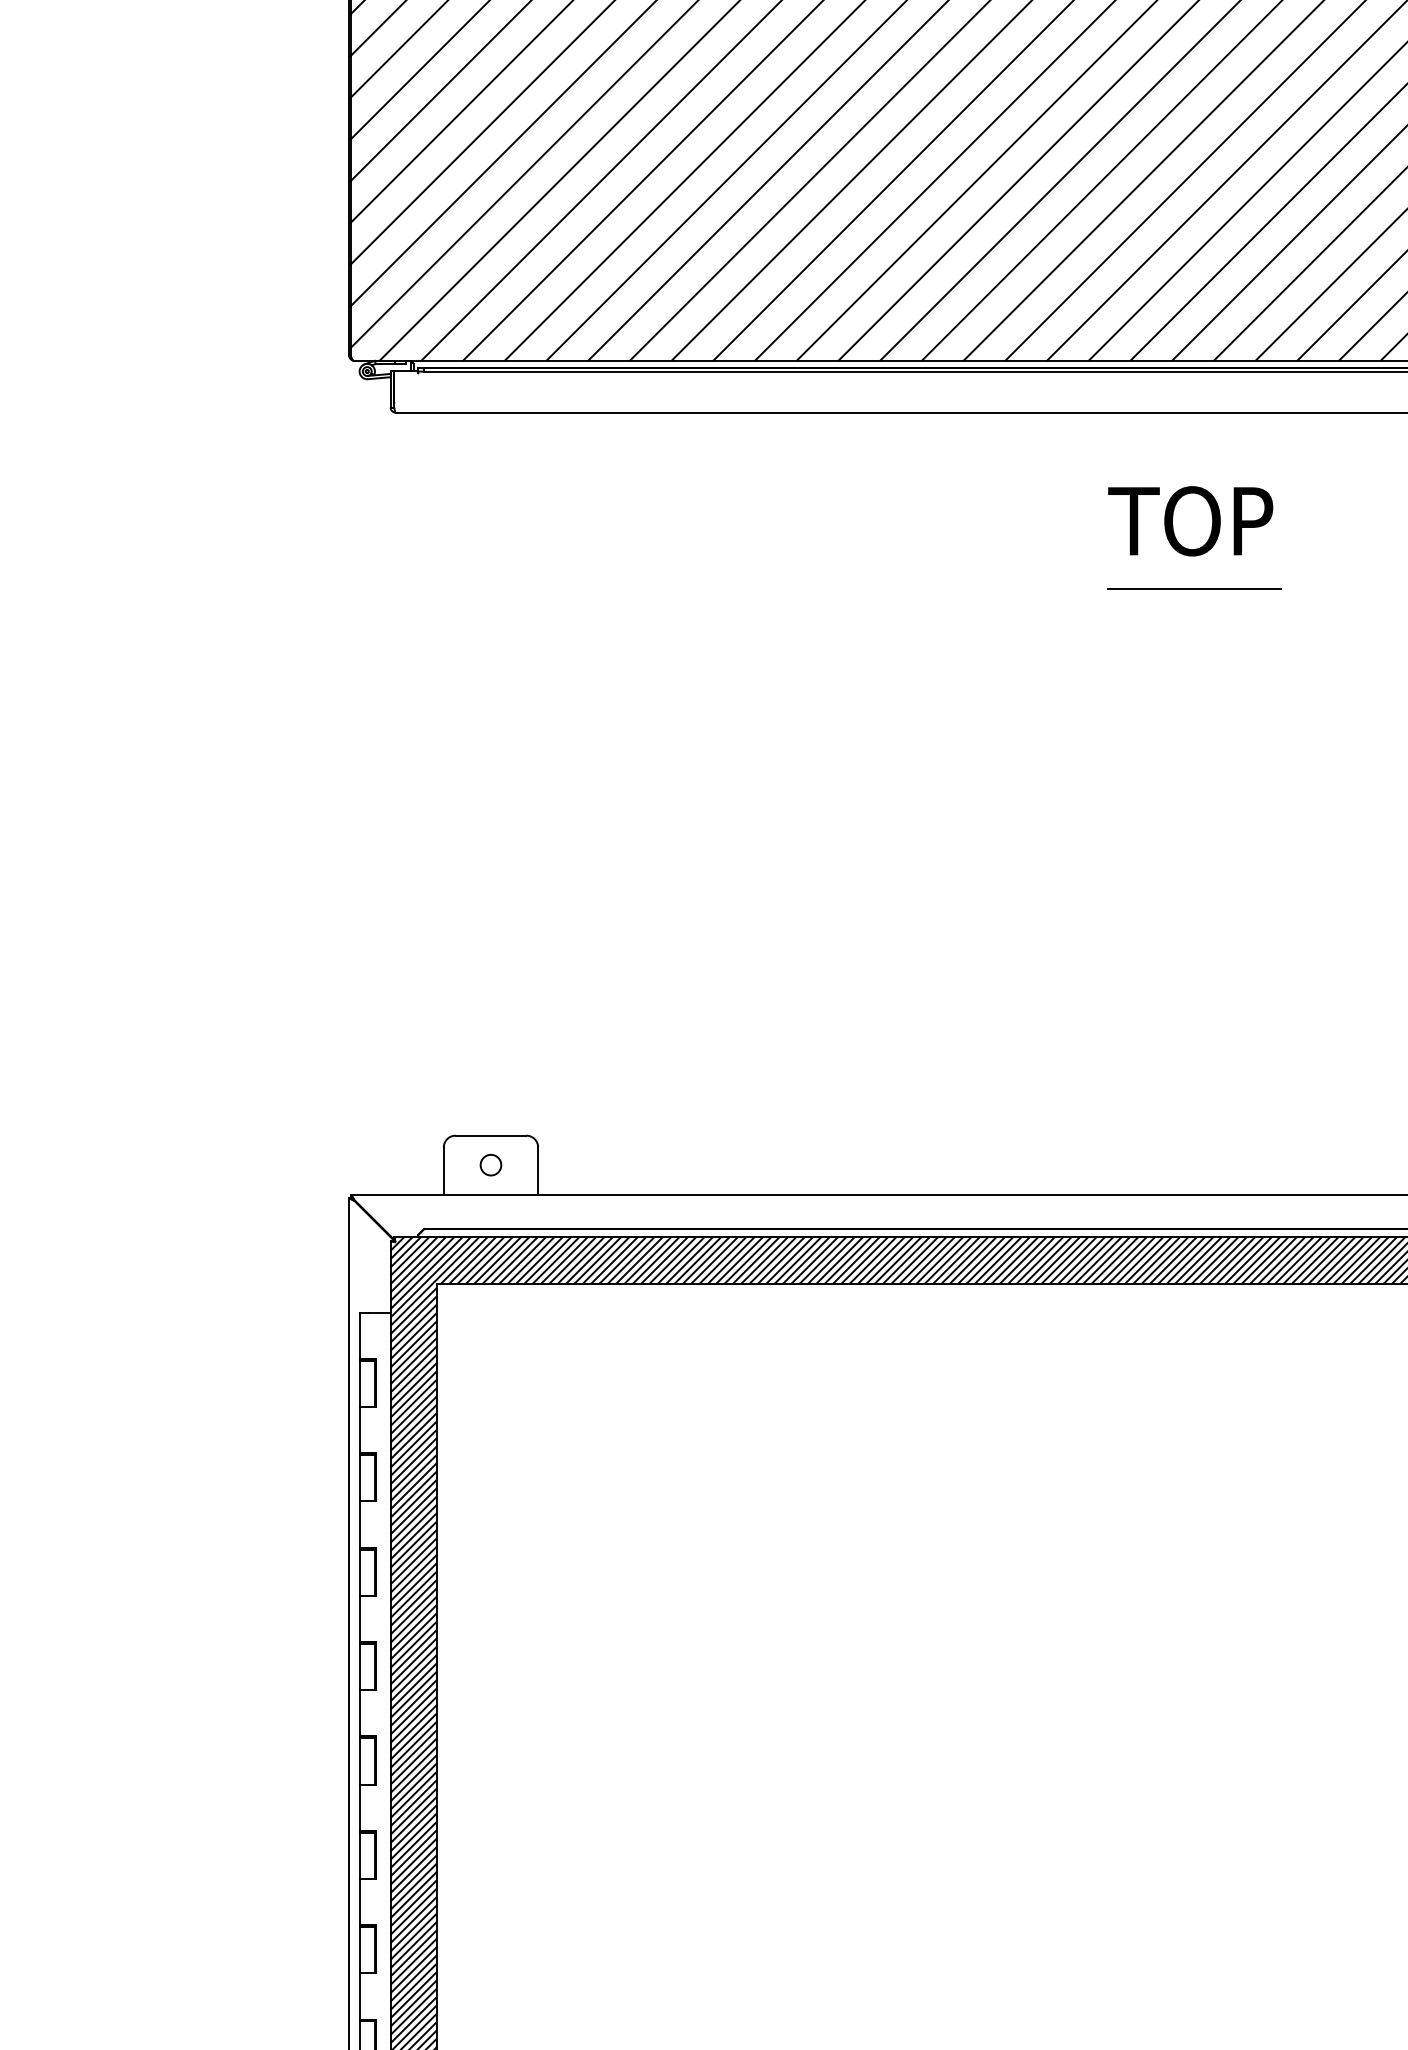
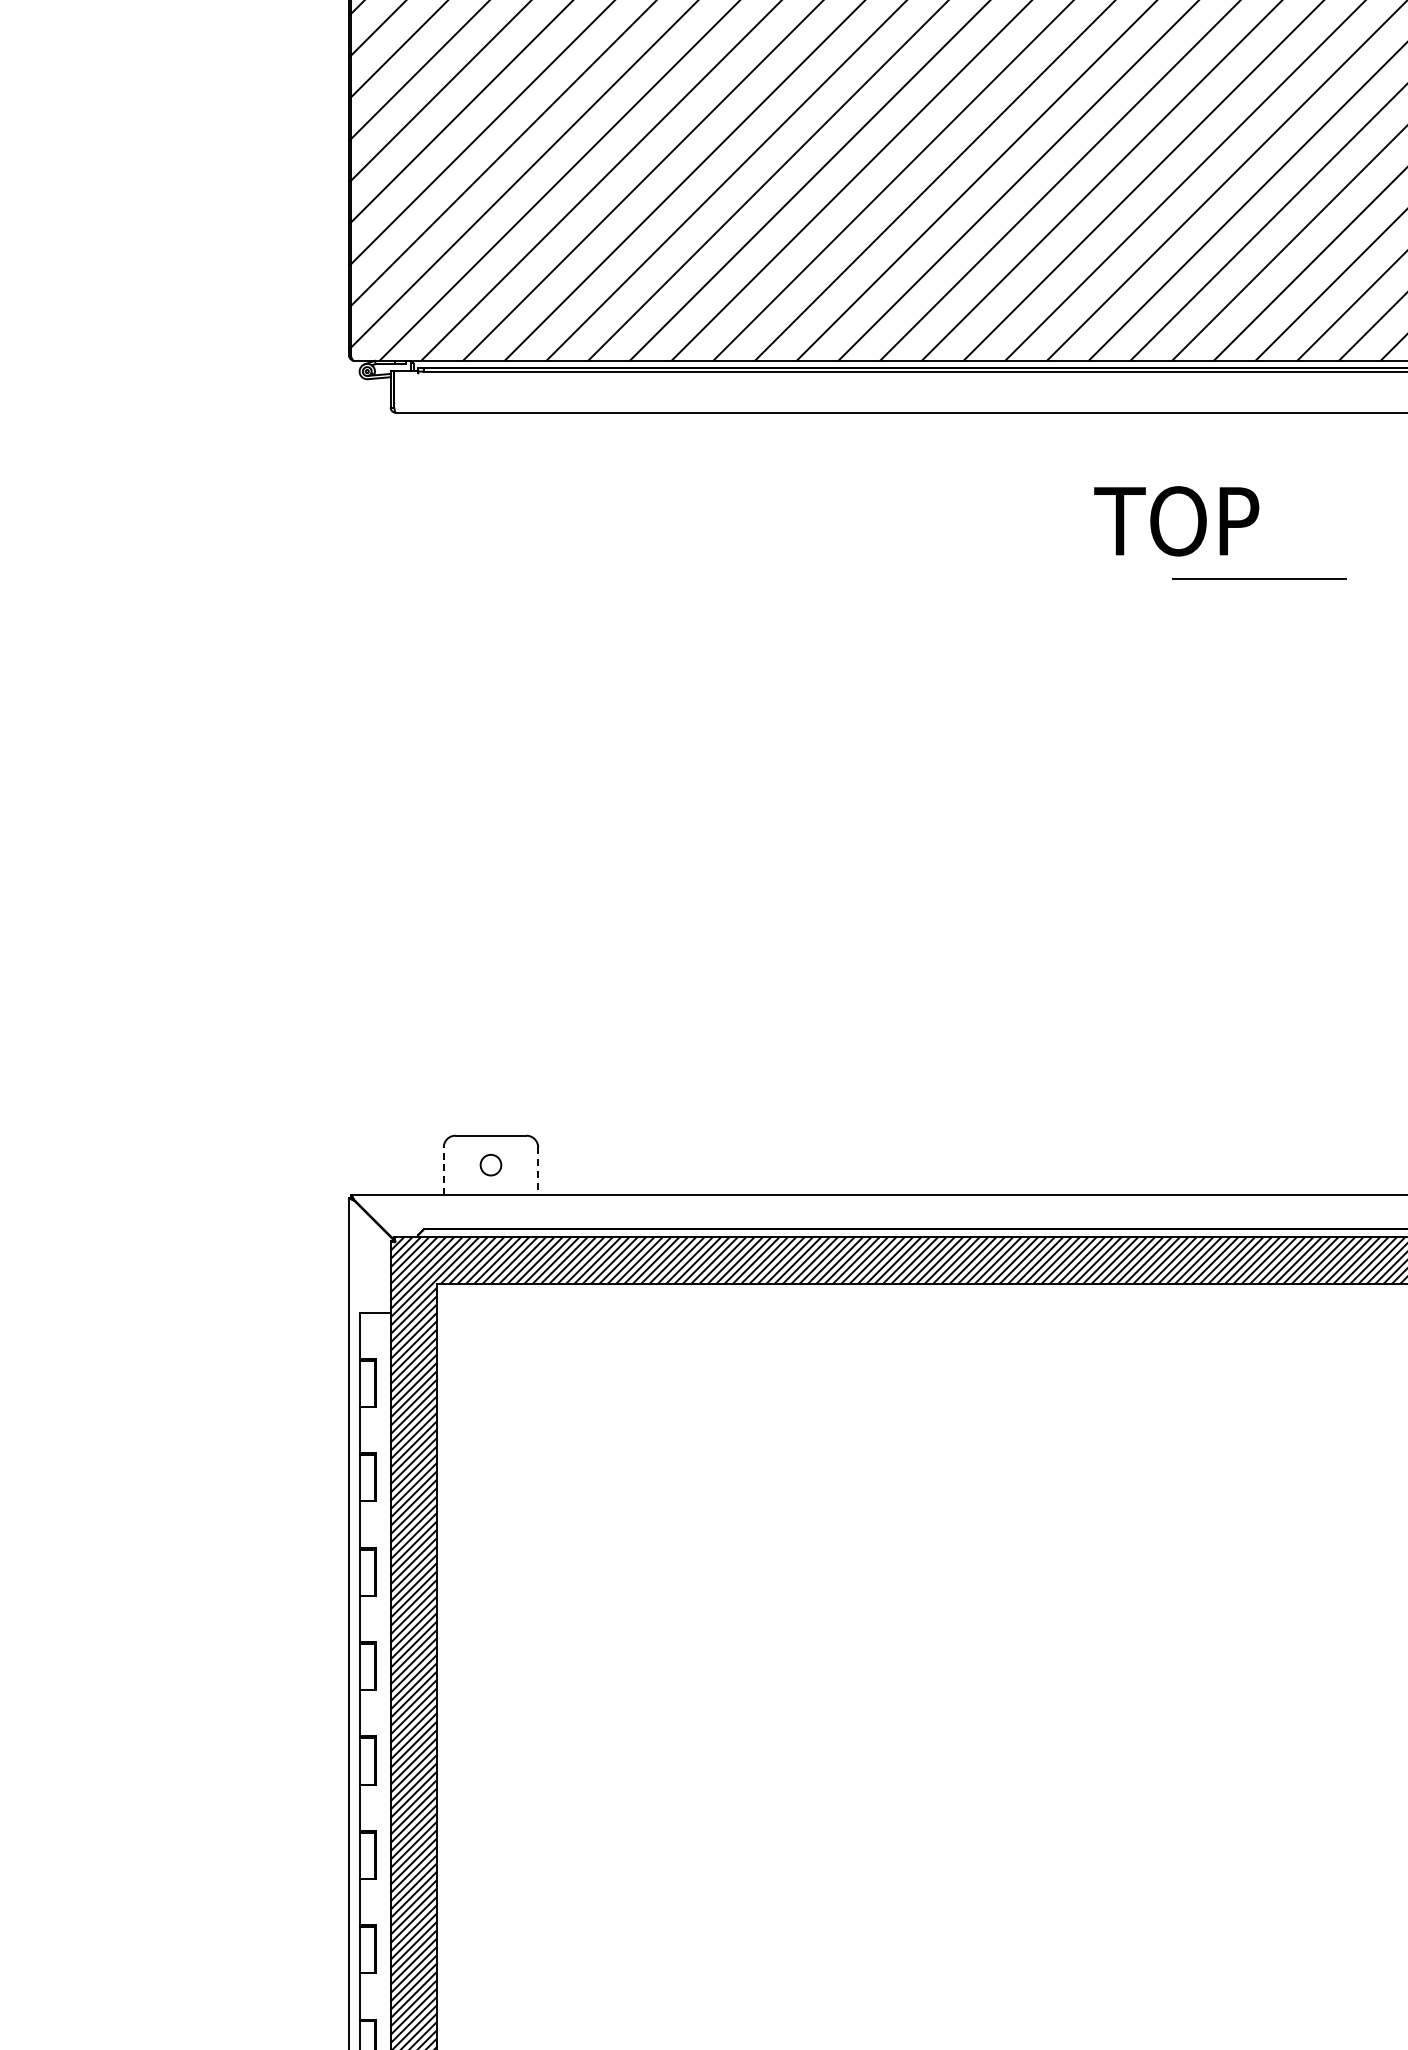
text at (1190, 521) position: (1190, 521) -> (1176, 521)
line at (1194, 588) position: (1194, 588) -> (1259, 578)
line at (443, 1171): solid -> dashed
line at (538, 1171): solid -> dashed
